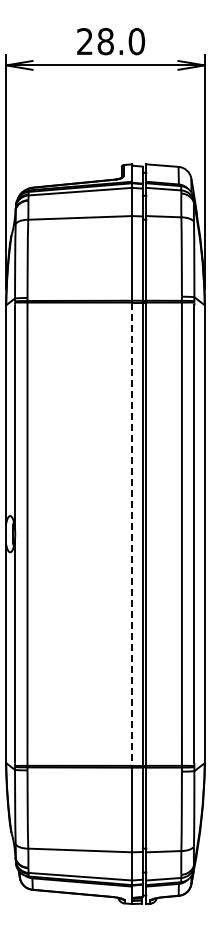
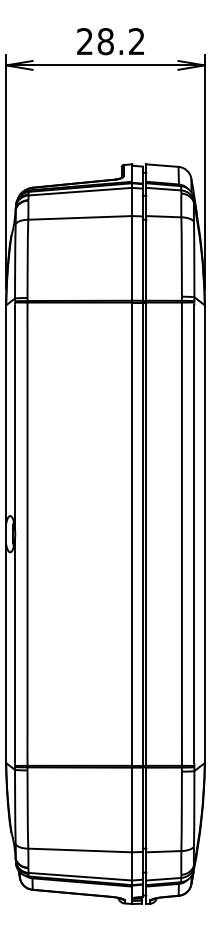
text at (136, 41): 28.0 -> 28.2
line at (132, 534): dashed -> solid
